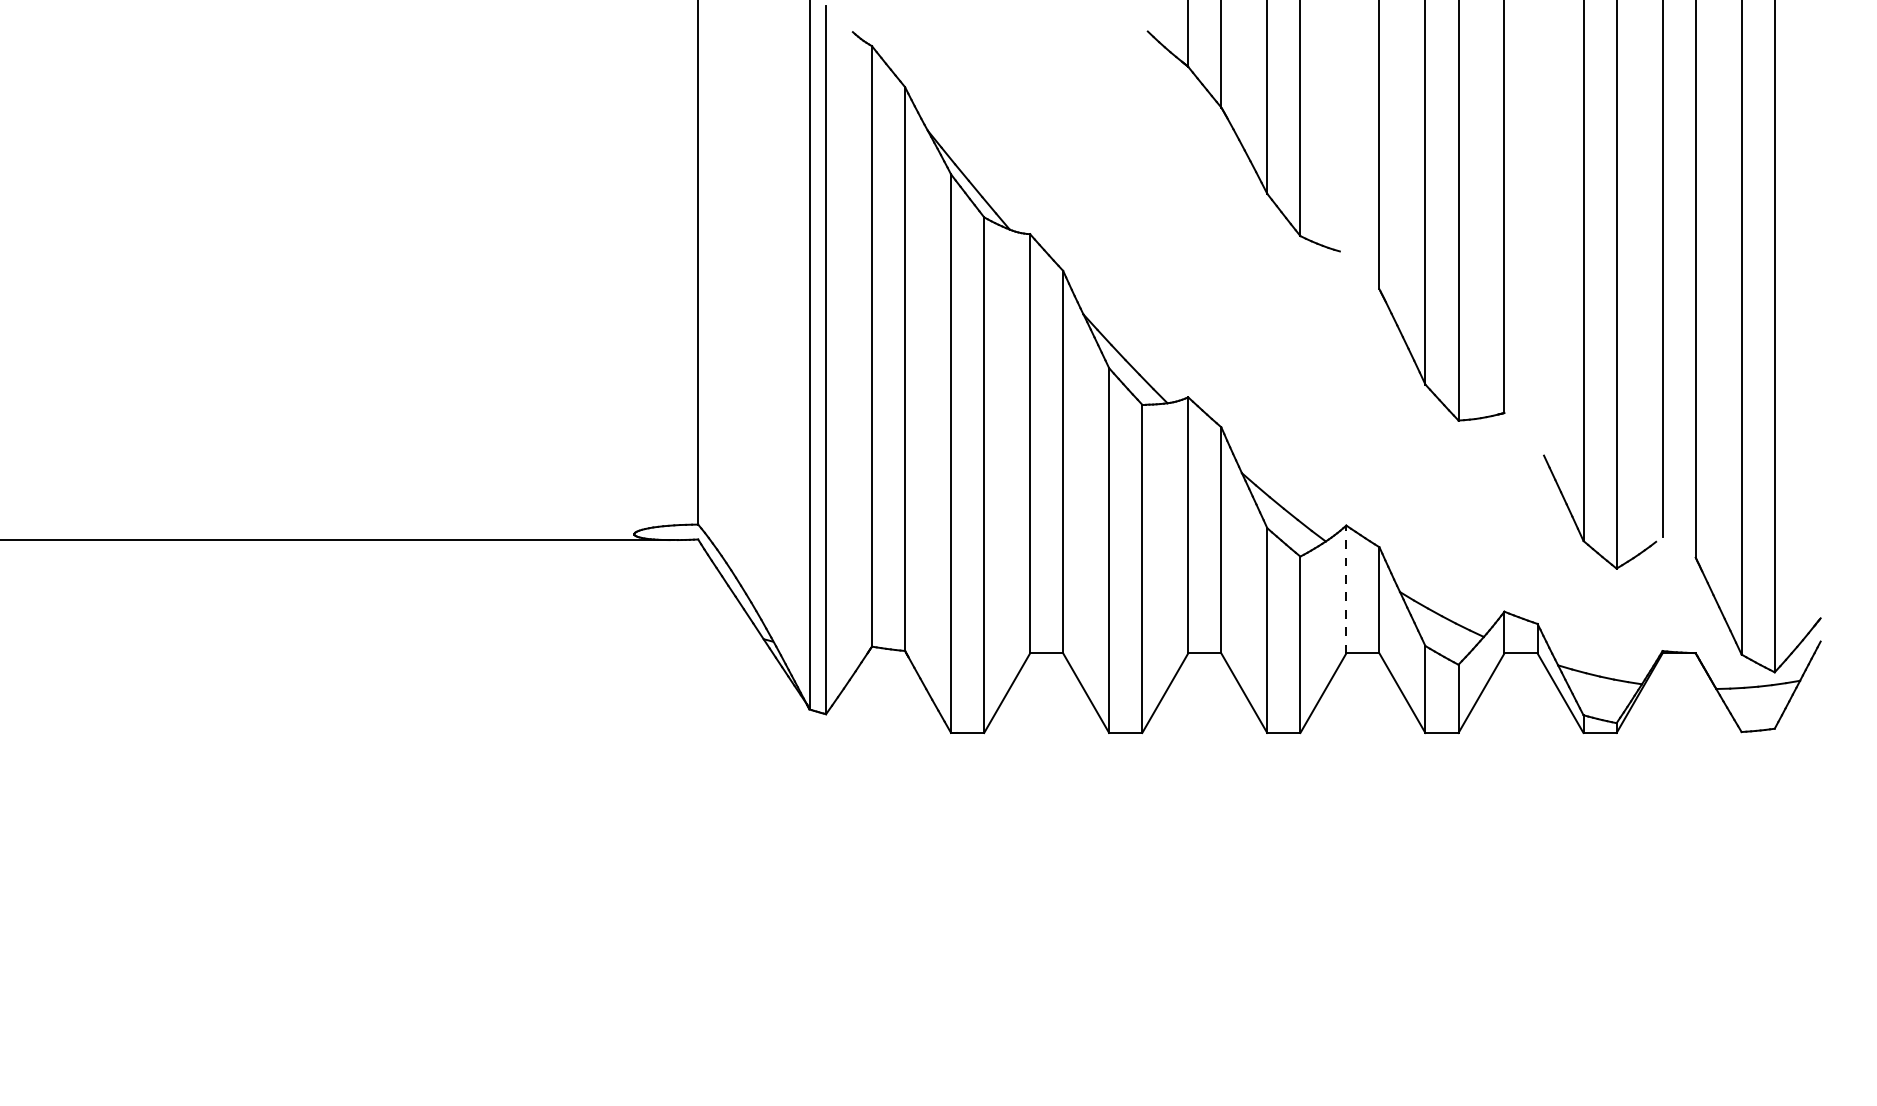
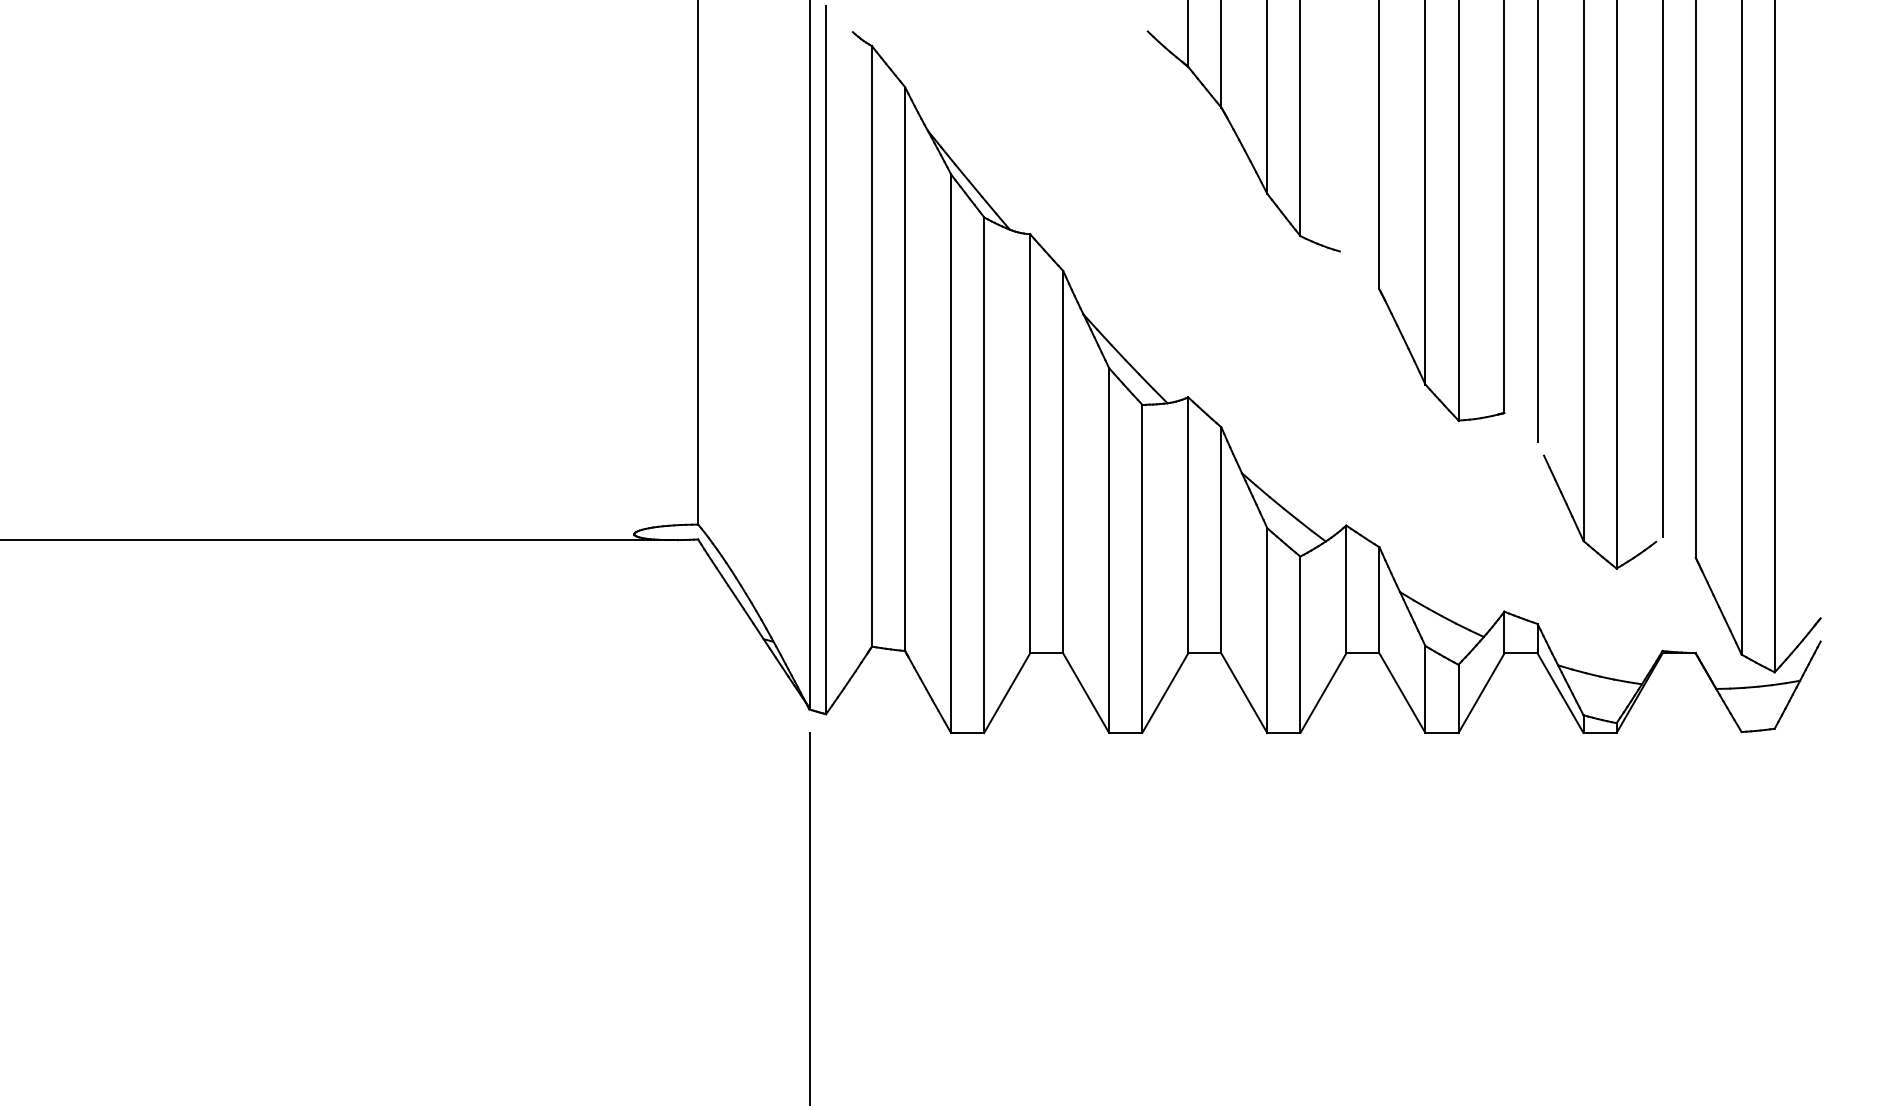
line at (1537, 222): none -> present
line at (1346, 589): dashed -> solid
line at (809, 917): none -> present
